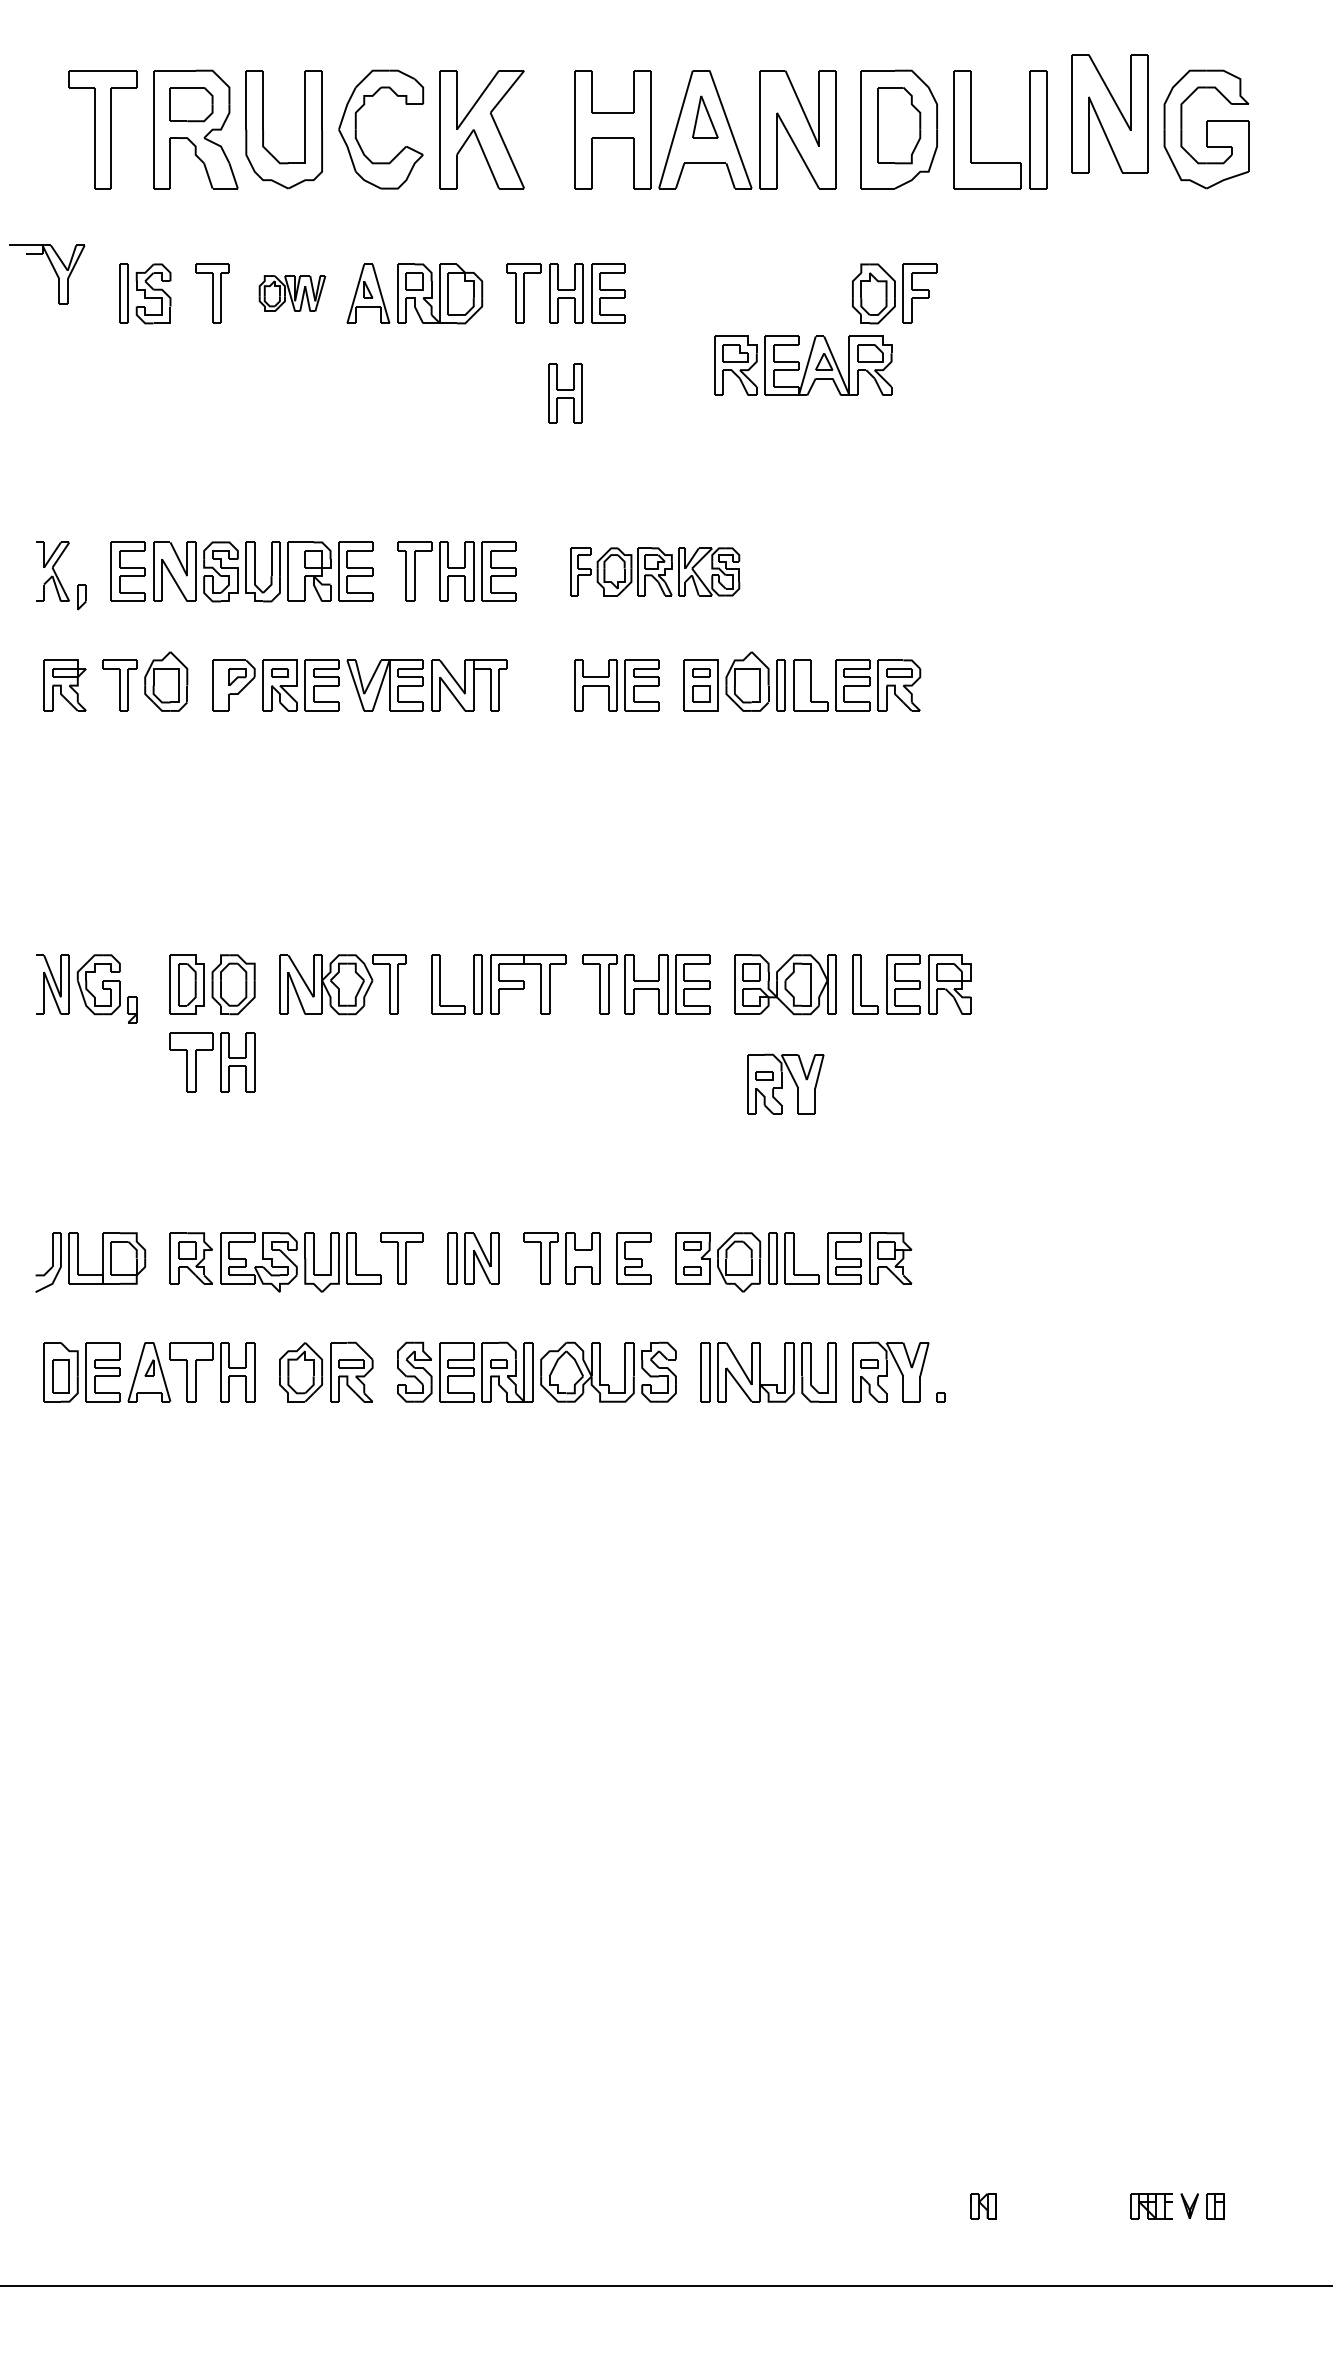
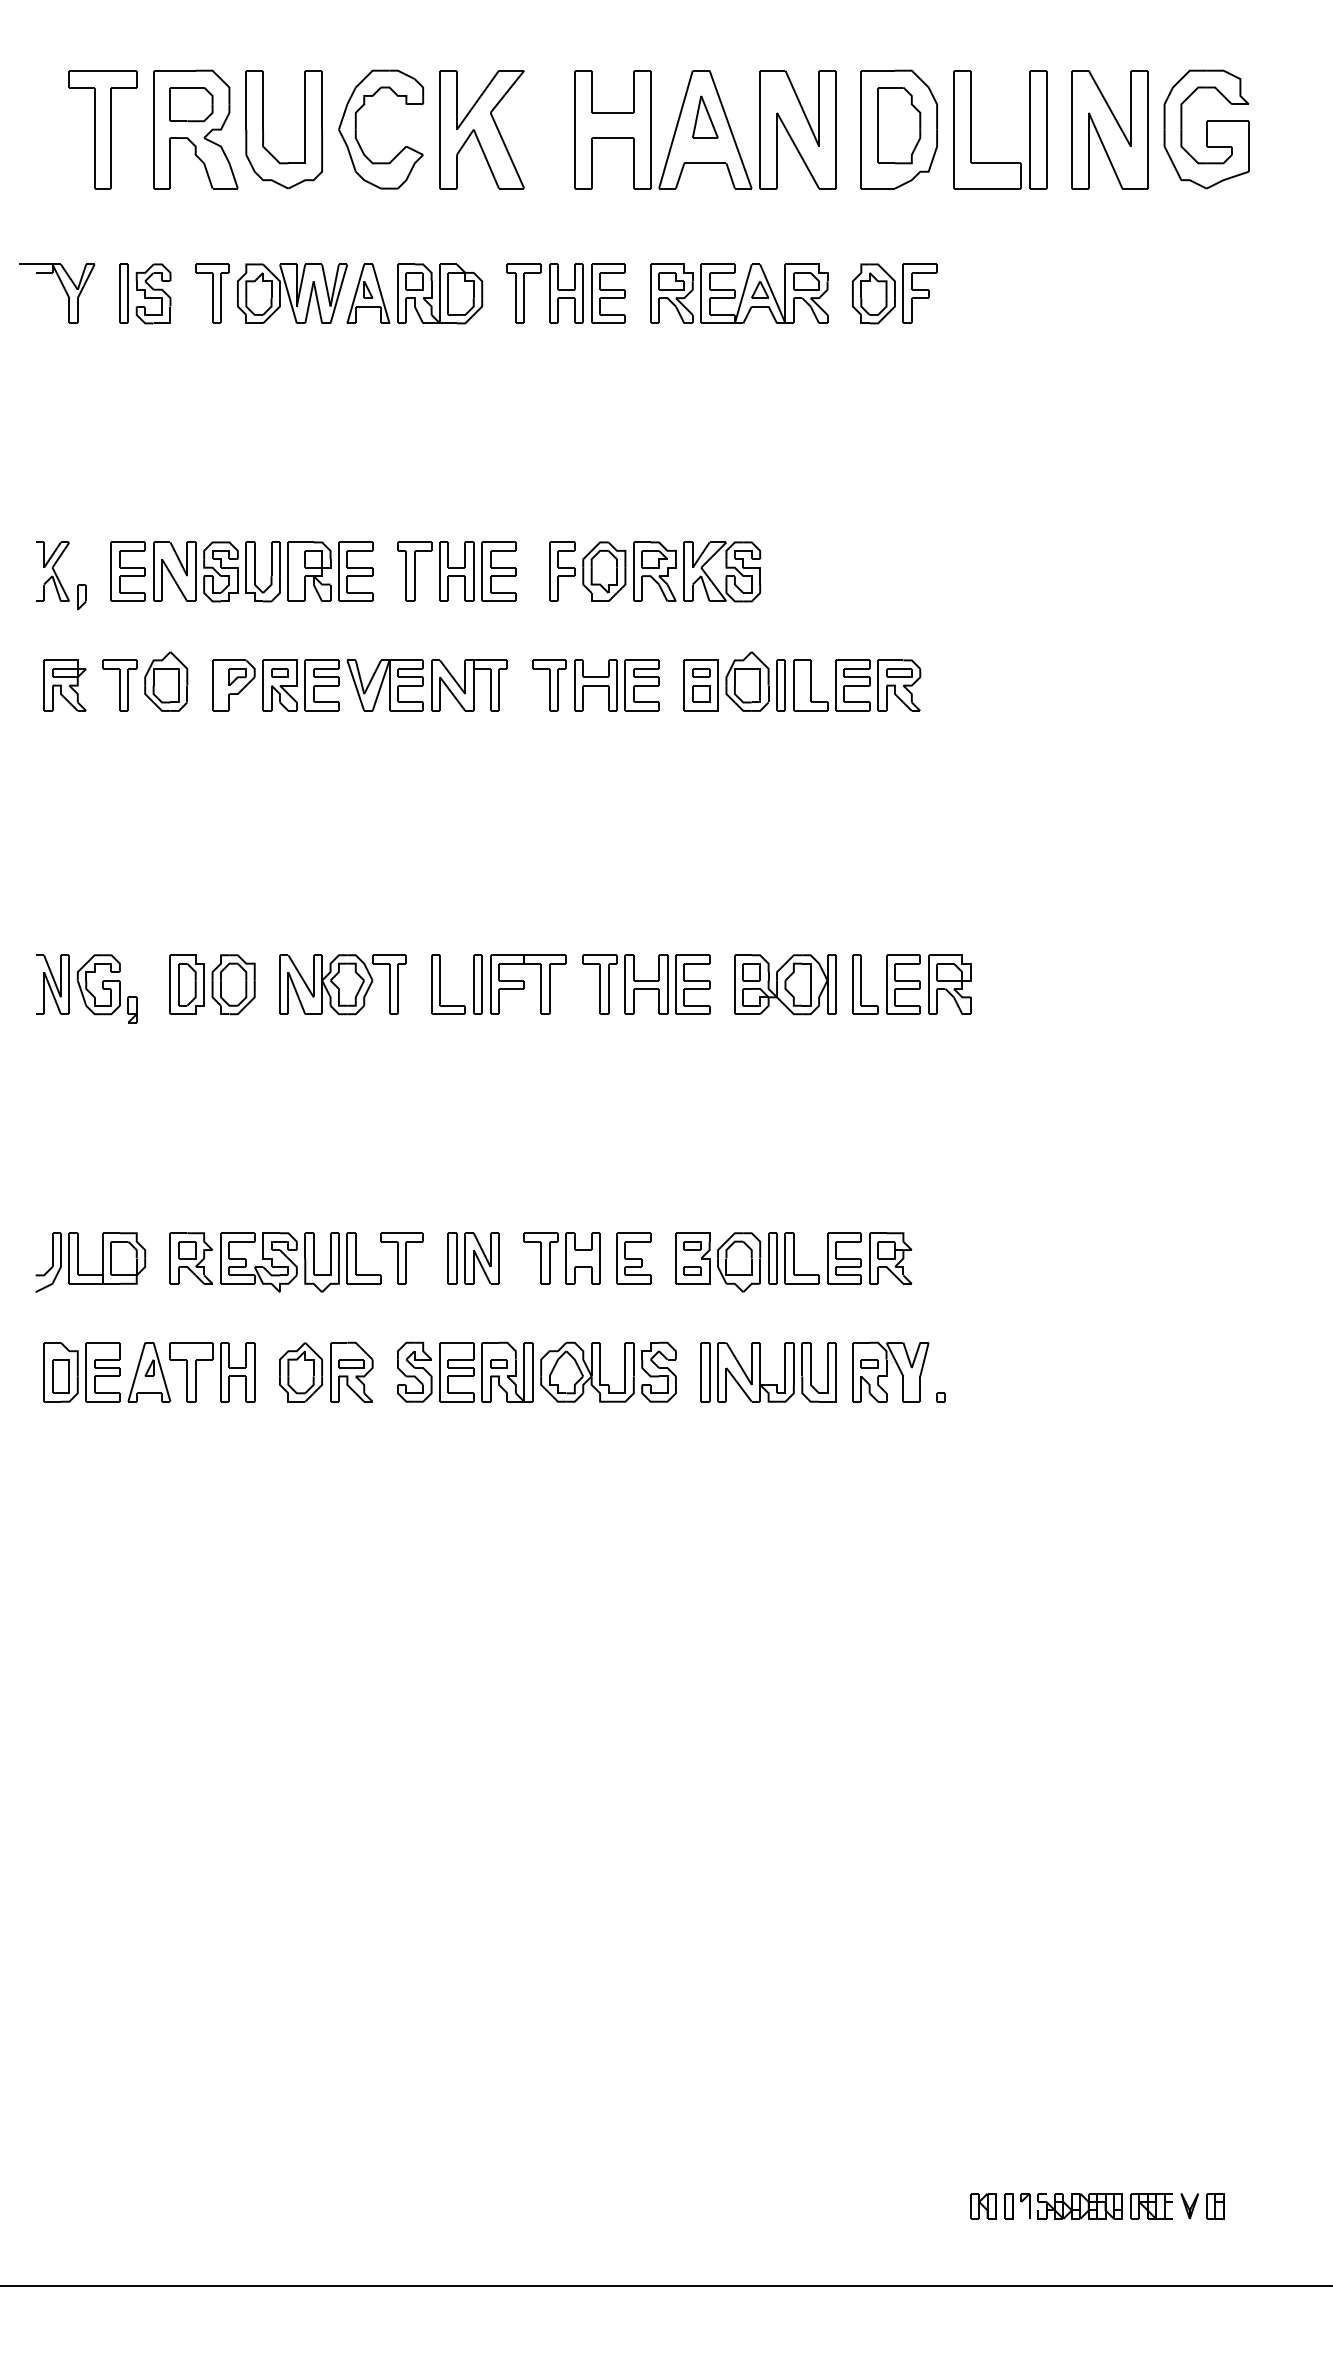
part at (1109, 113) position: (1109, 113) -> (1109, 129)
part at (54, 271) position: (54, 271) -> (64, 290)
part at (292, 293) size: 69x37 px -> 111x61 px
part at (803, 365) position: (803, 365) -> (739, 293)
part at (565, 393): present -> none
part at (655, 571) size: 171x50 px -> 213x62 px
part at (549, 685): none -> present
part at (220, 1062): present -> none
part at (785, 1083): present -> none
part at (1063, 2206): none -> present
